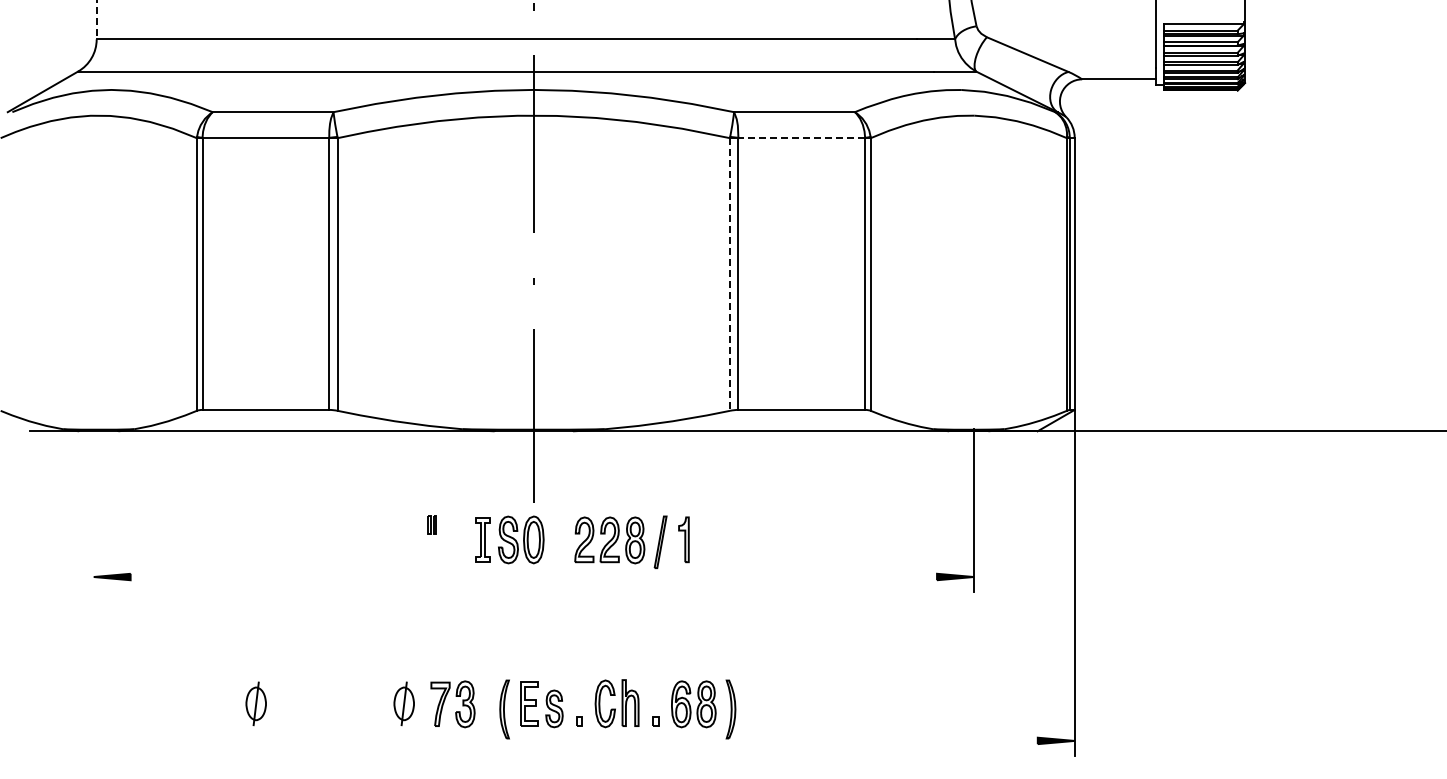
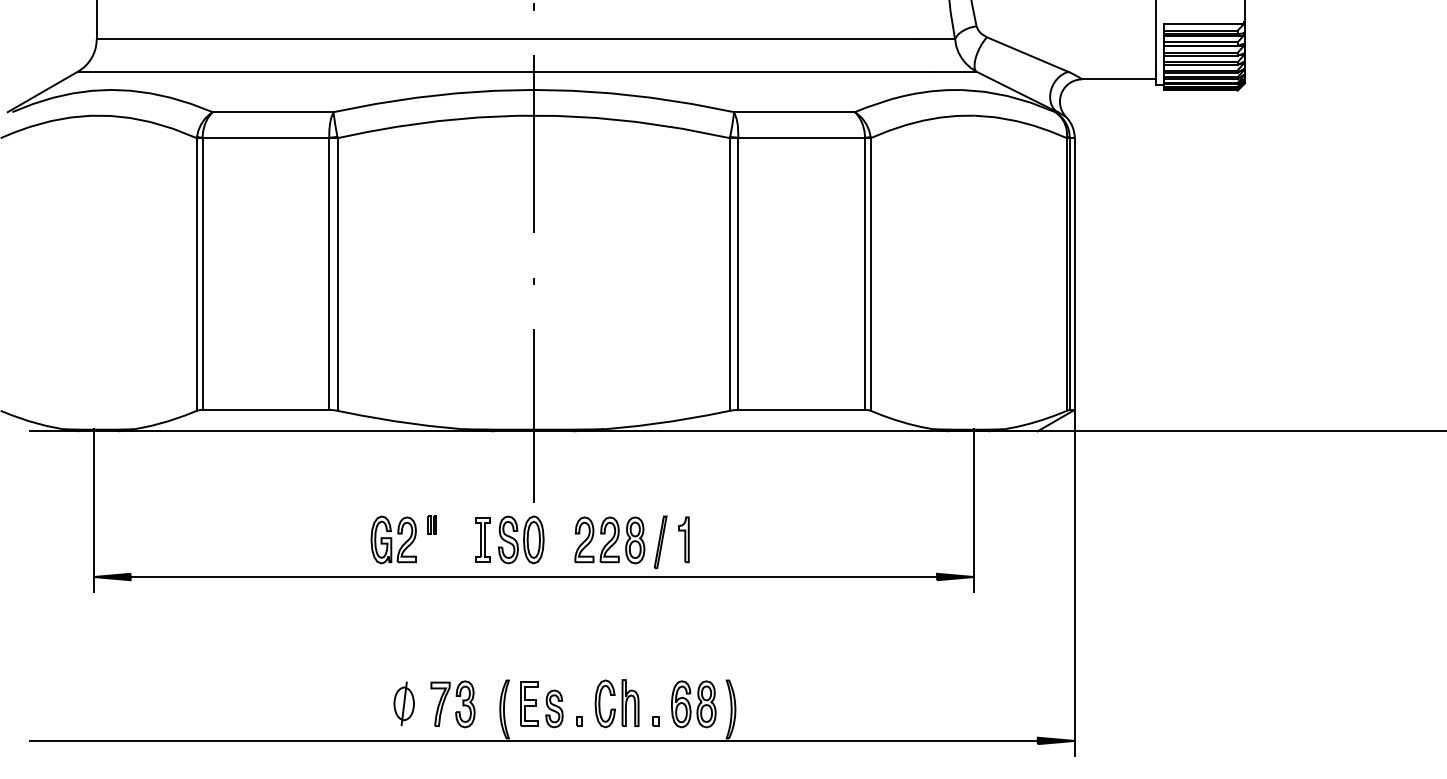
line at (96, 20): dashed -> solid
line at (801, 137): dashed -> solid
line at (729, 275): dashed -> solid
line at (93, 510): none -> present
part at (393, 539): none -> present
line at (533, 577): none -> present
part at (255, 703): present -> none
line at (533, 740): none -> present
